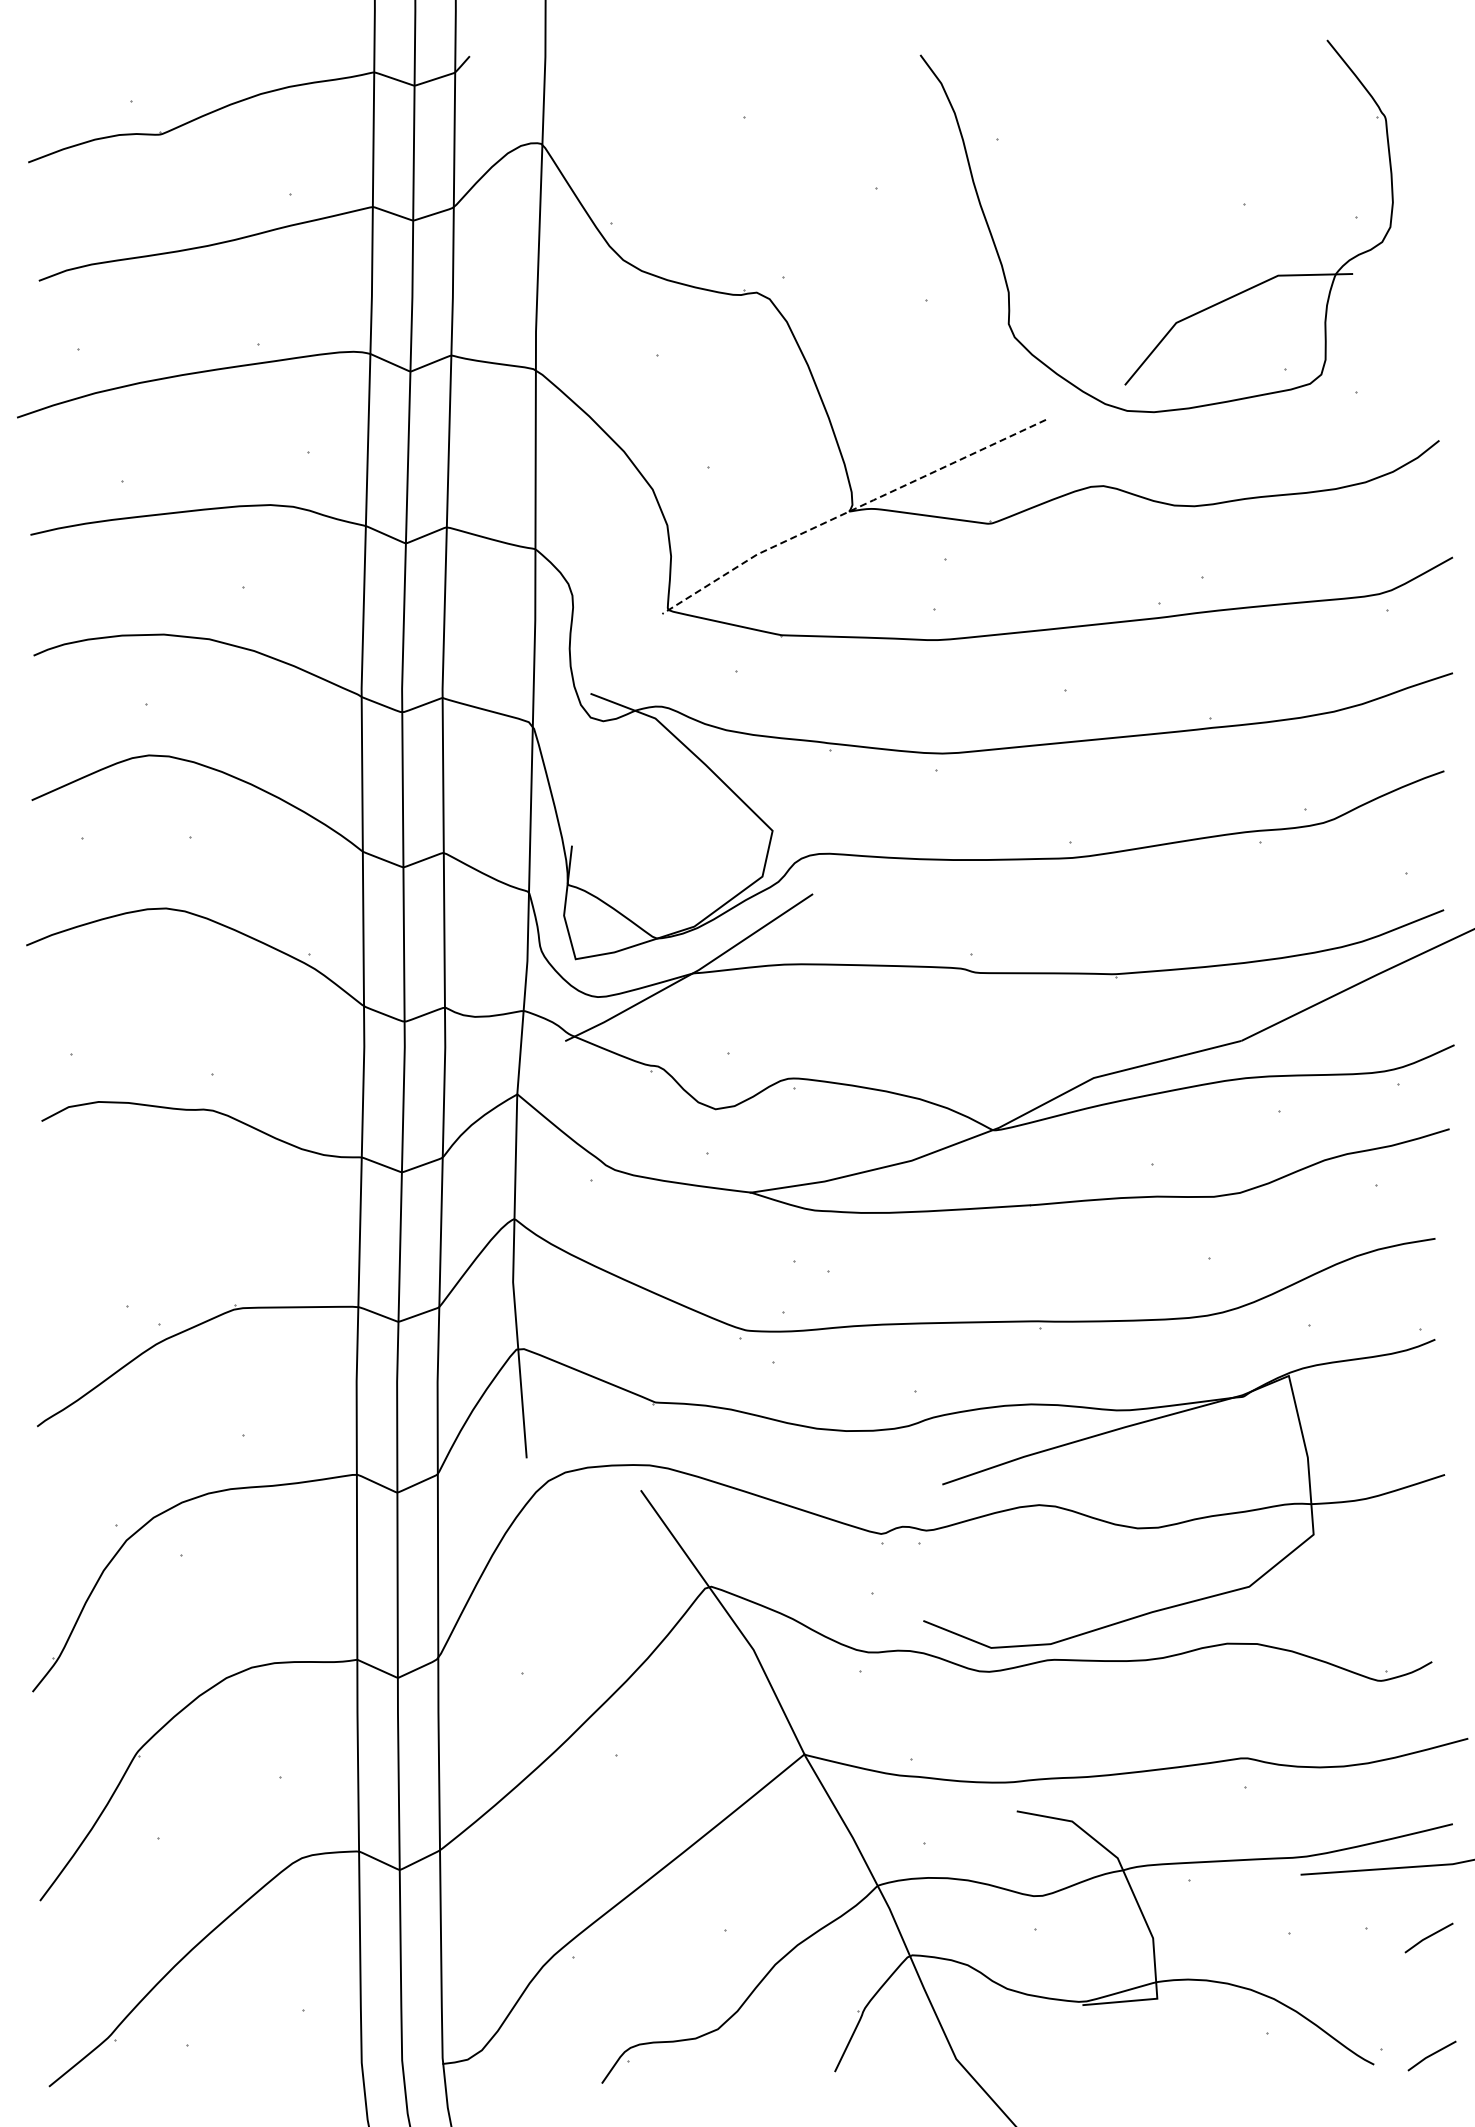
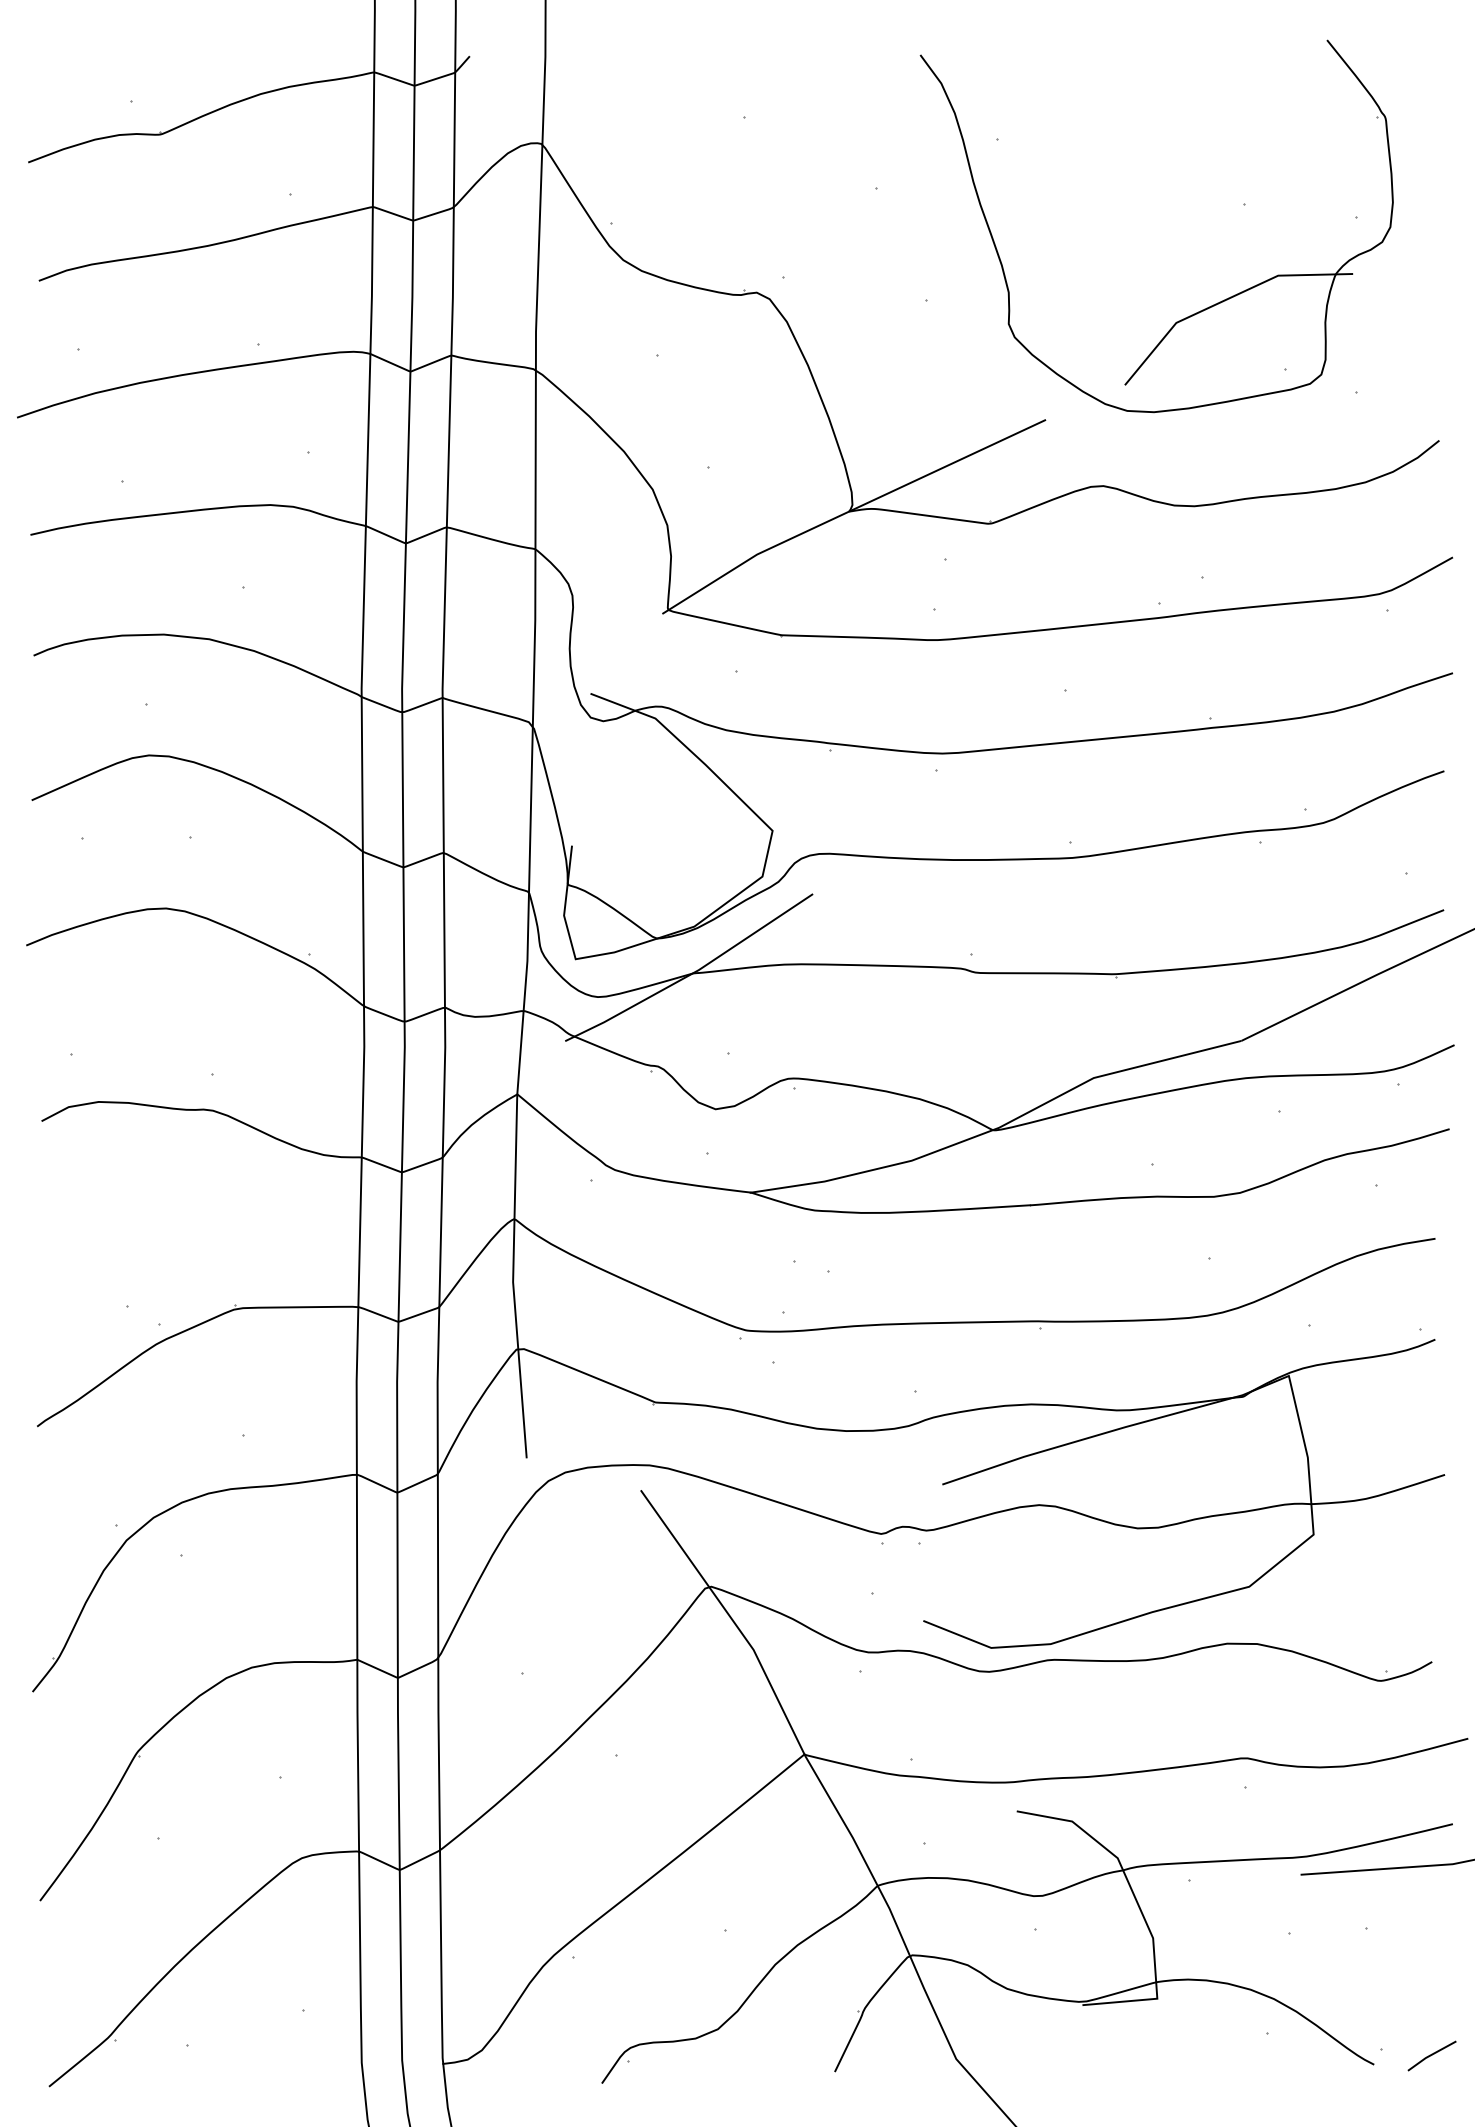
line at (851, 510): dashed -> solid
line at (1428, 1937): present -> none
